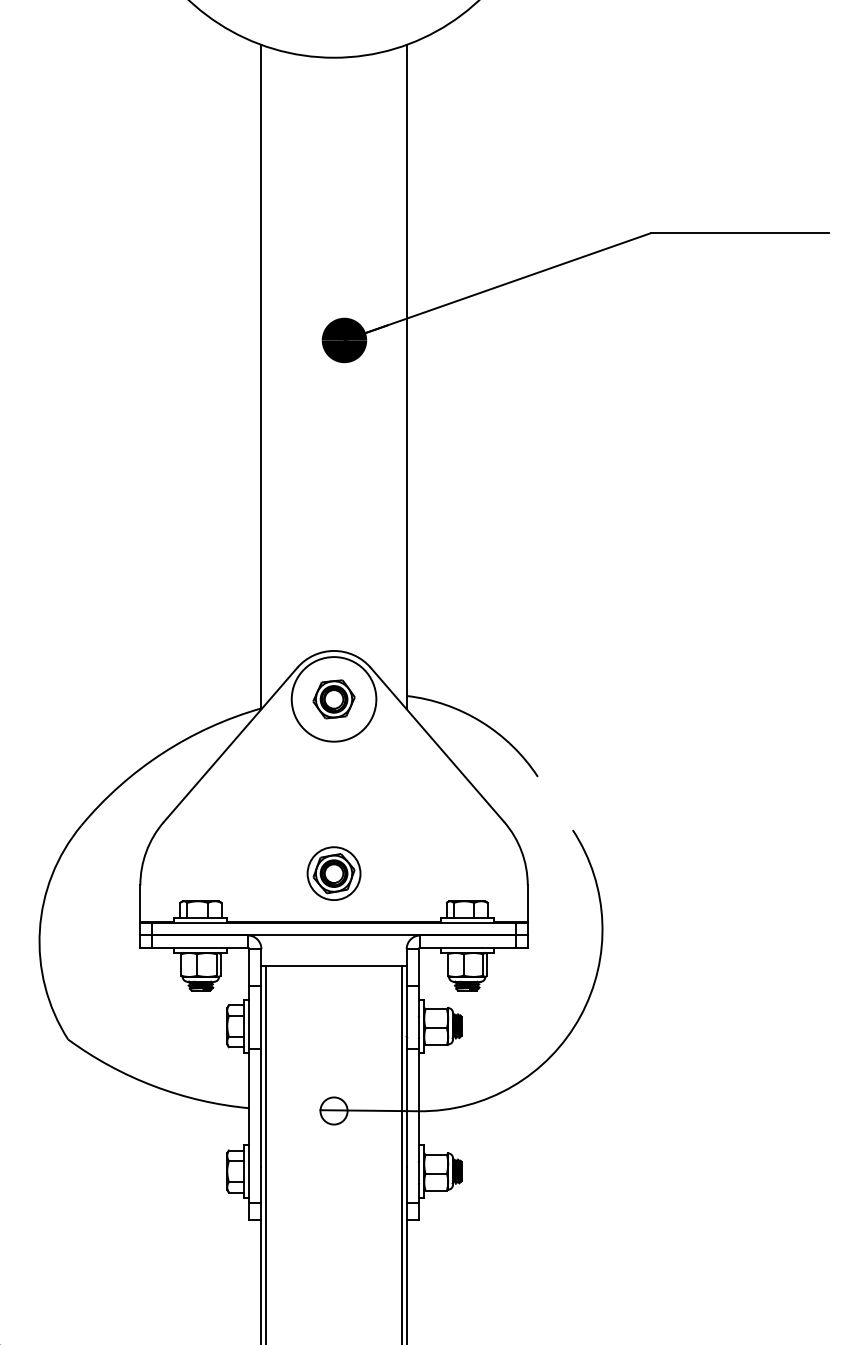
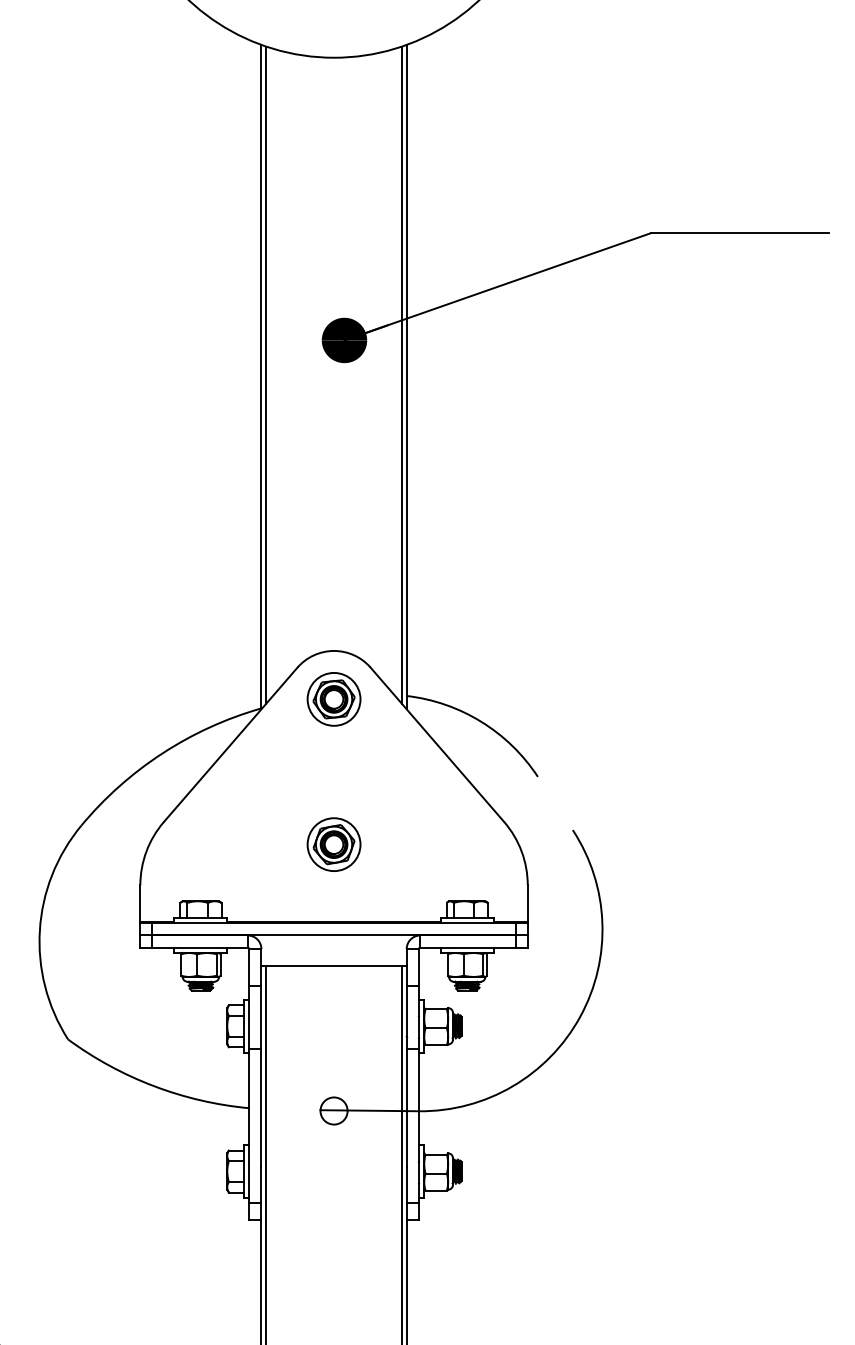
line at (266, 374): none -> present
line at (401, 374): none -> present
circle at (333, 699) diameter: 85 px -> 53 px
part at (333, 873) position: (333, 873) -> (333, 844)
